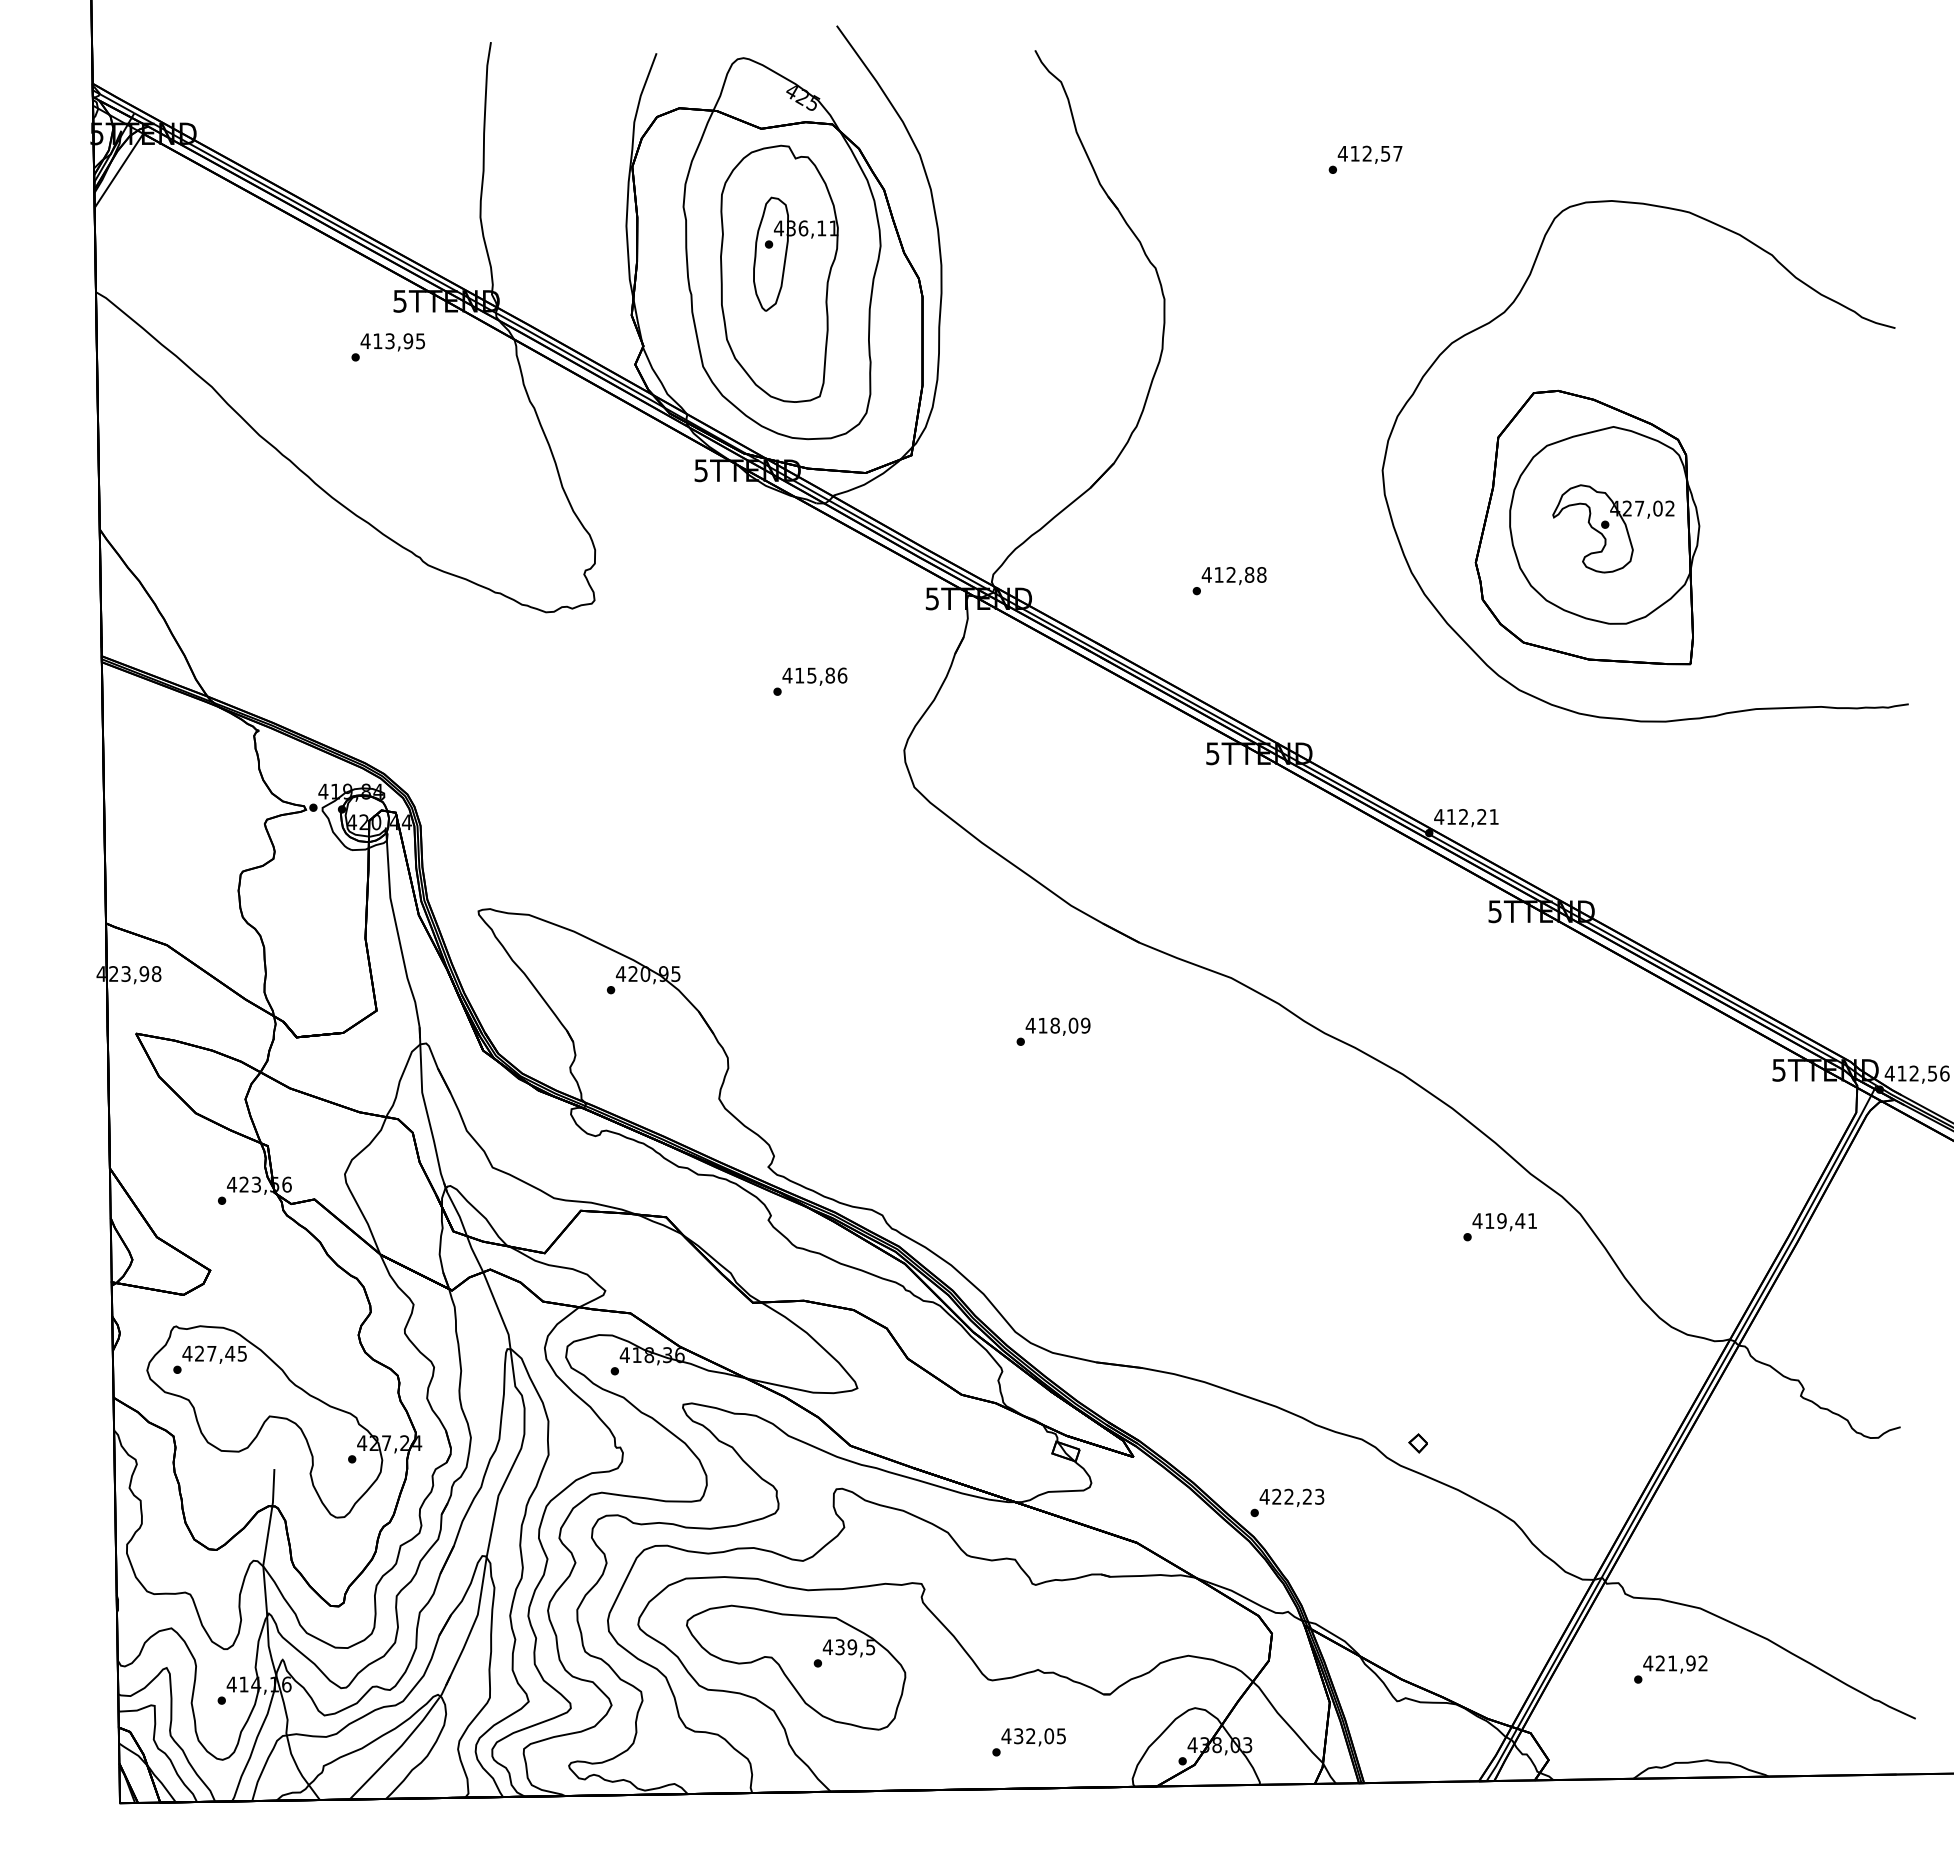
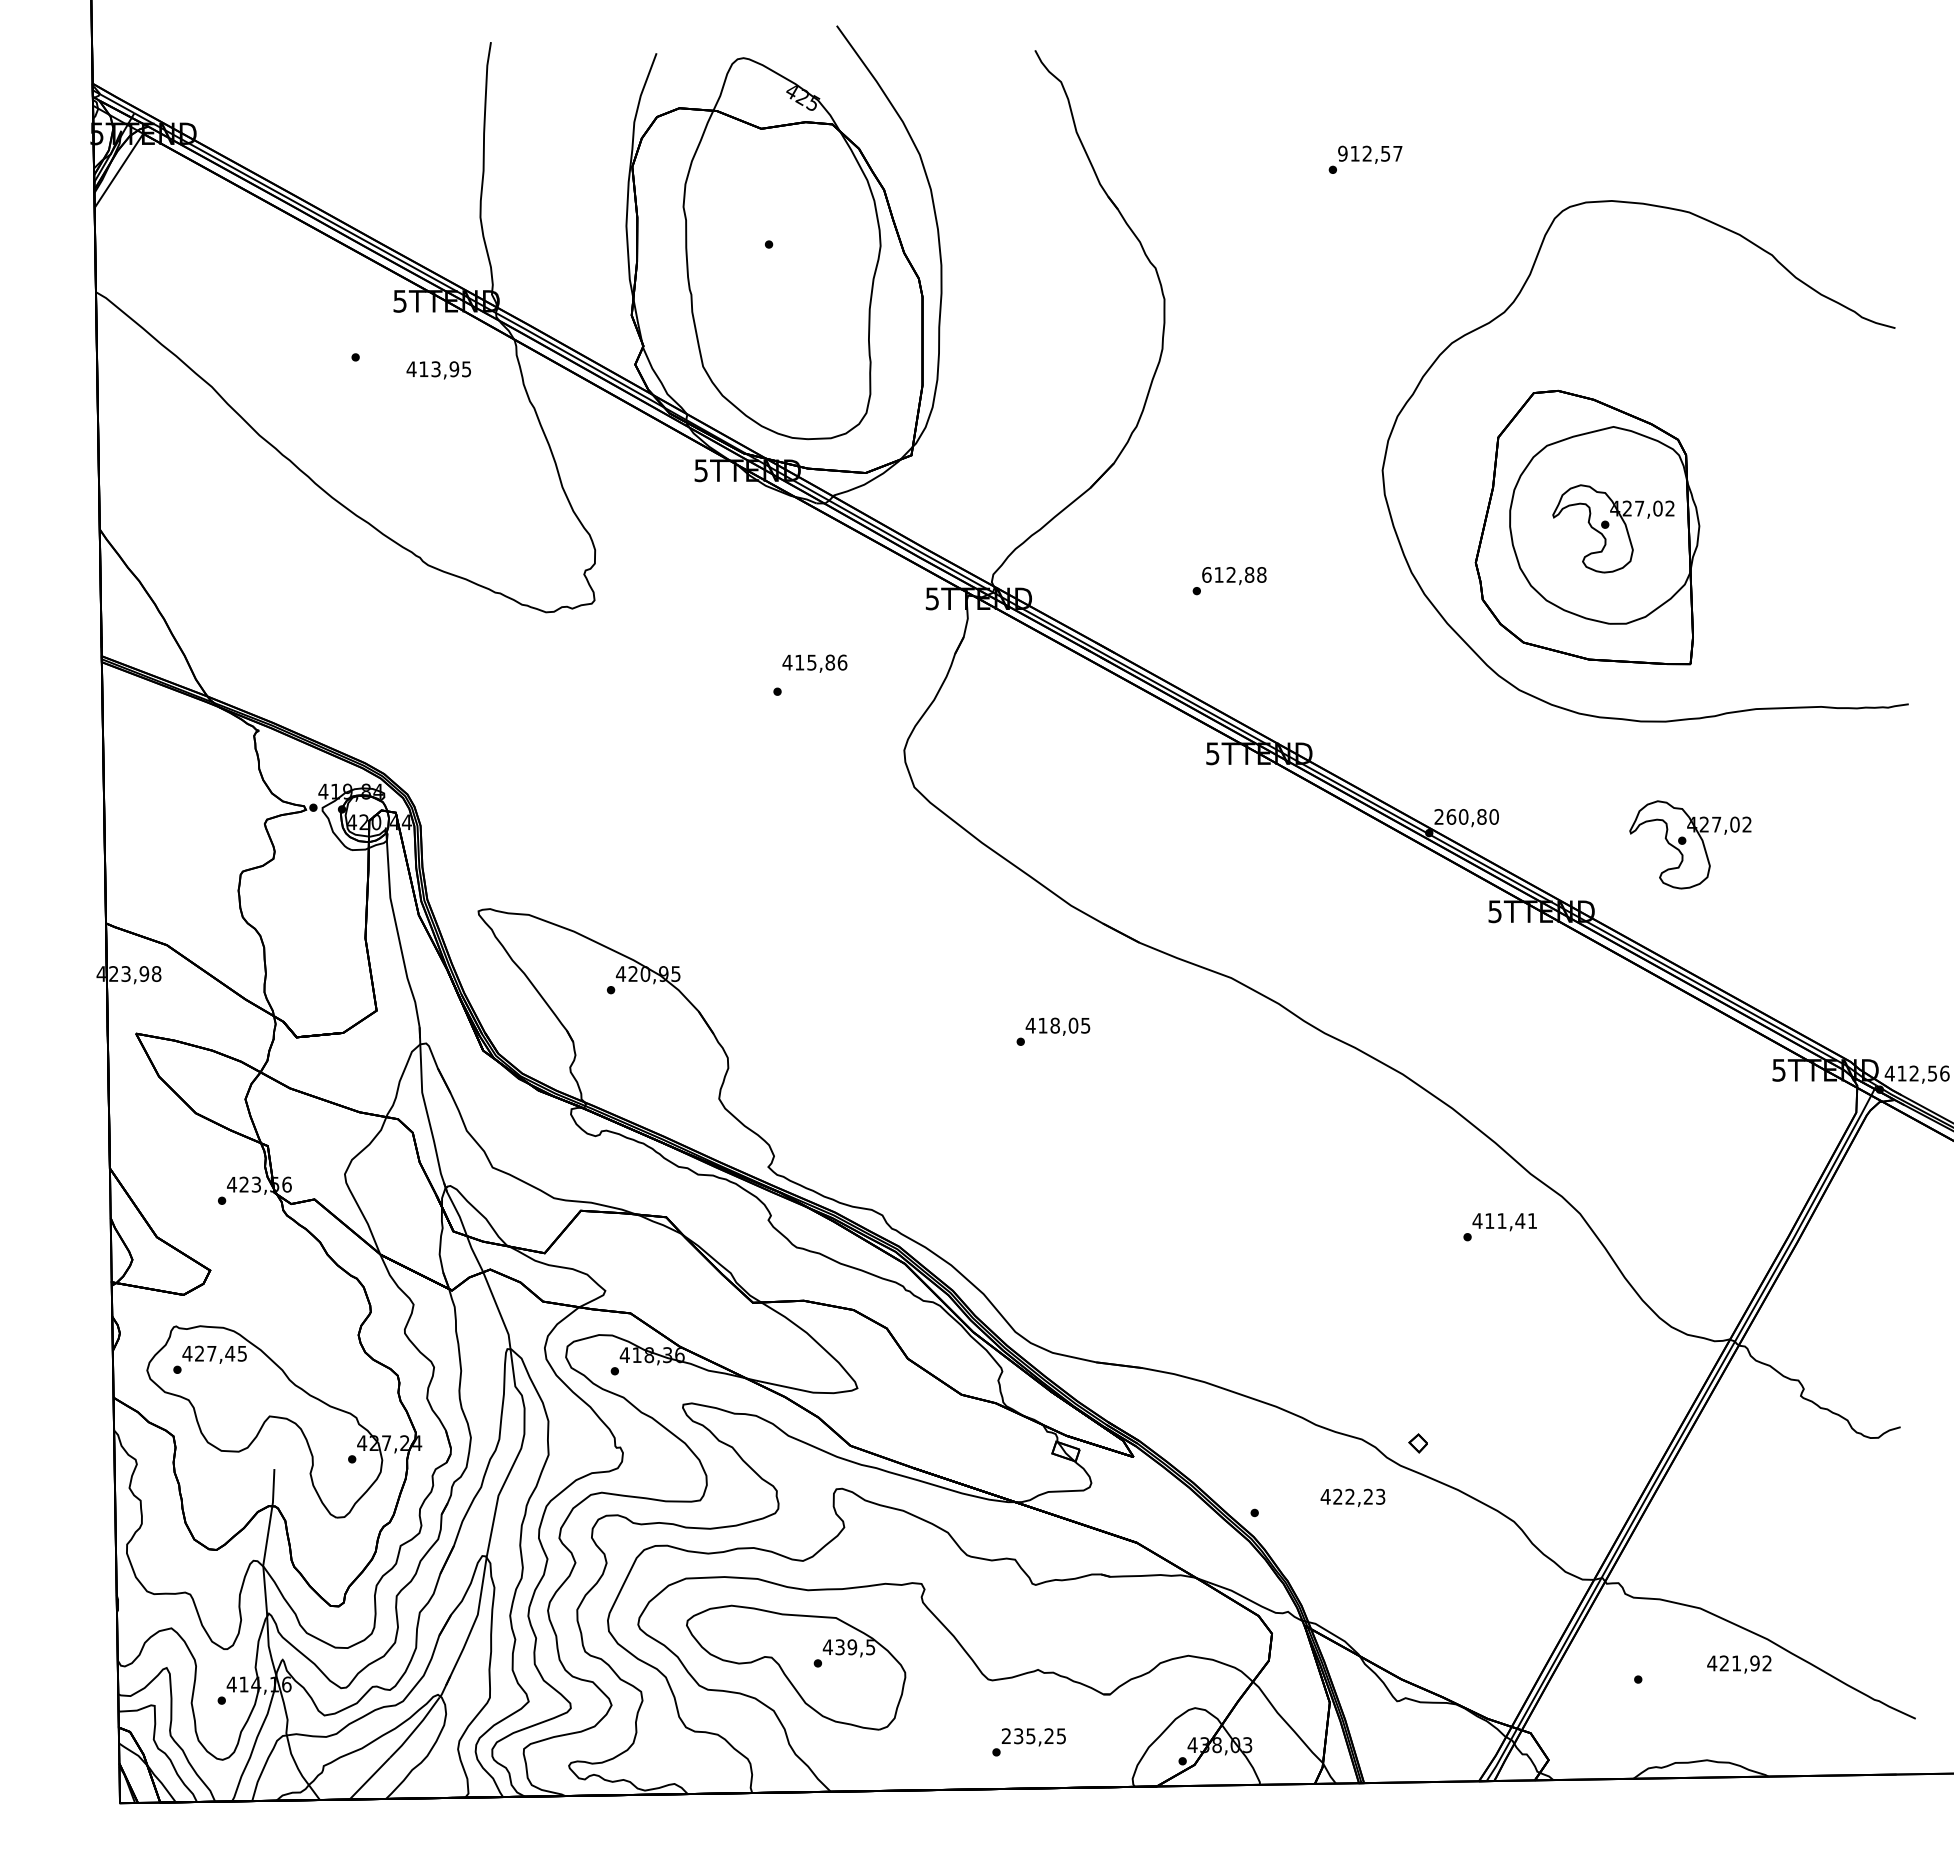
text at (1342, 153): 412,57 -> 912,57
part at (779, 273): present -> none
text at (392, 342) position: (392, 342) -> (438, 370)
text at (1206, 574): 412,88 -> 612,88
text at (814, 676) position: (814, 676) -> (814, 663)
text at (1466, 816): 412,21 -> 260,80
part at (1690, 844): none -> present
text at (1085, 1025): 418,09 -> 418,05
text at (1501, 1221): 419,41 -> 411,41
text at (1291, 1497) position: (1291, 1497) -> (1352, 1497)
text at (1675, 1664) position: (1675, 1664) -> (1739, 1664)
text at (1027, 1736): 432,05 -> 235,25
